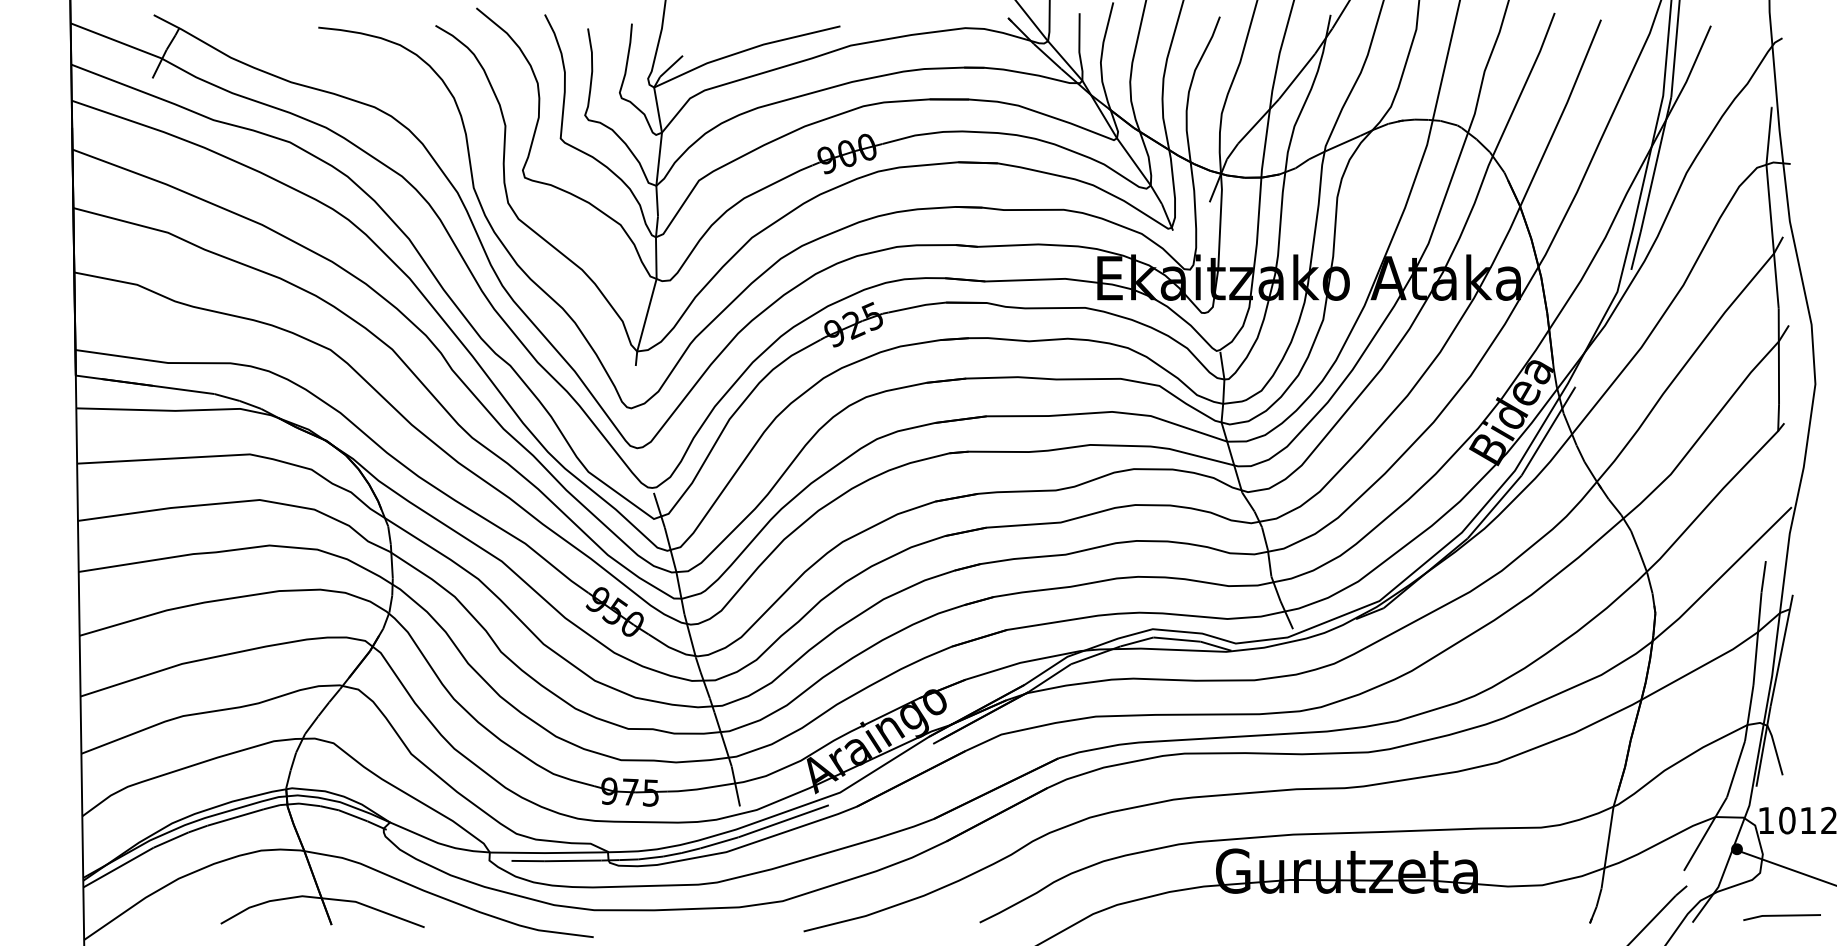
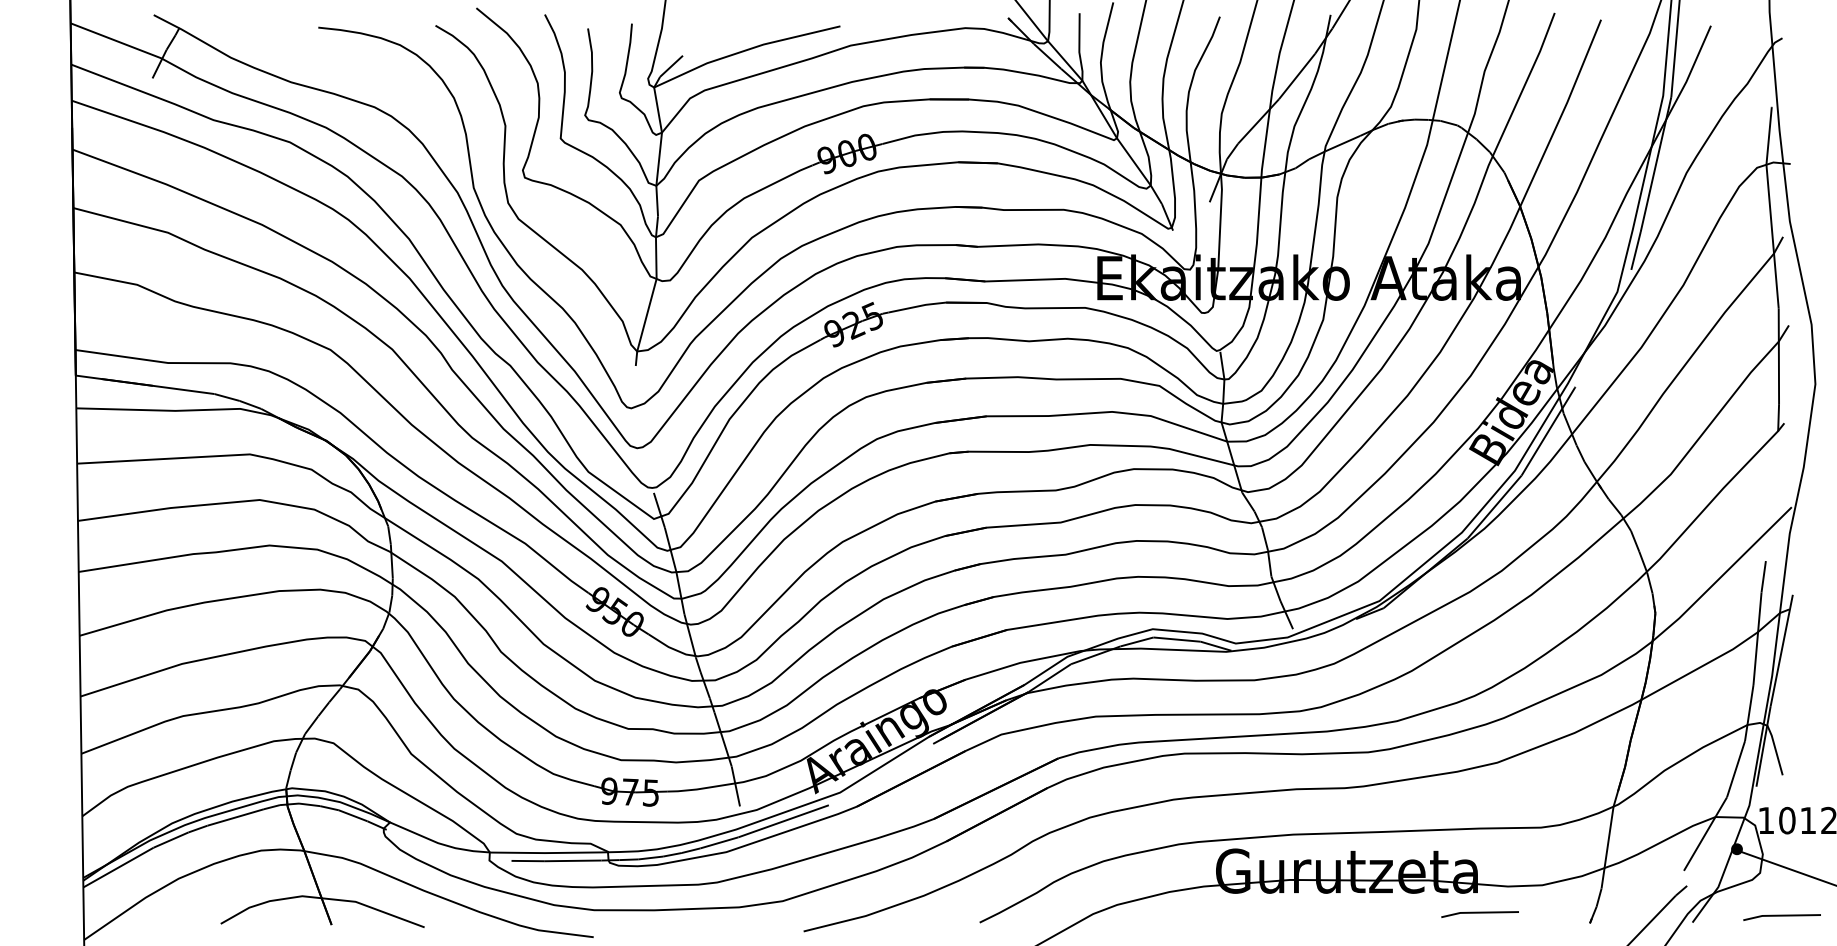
line at (1479, 913): none -> present
